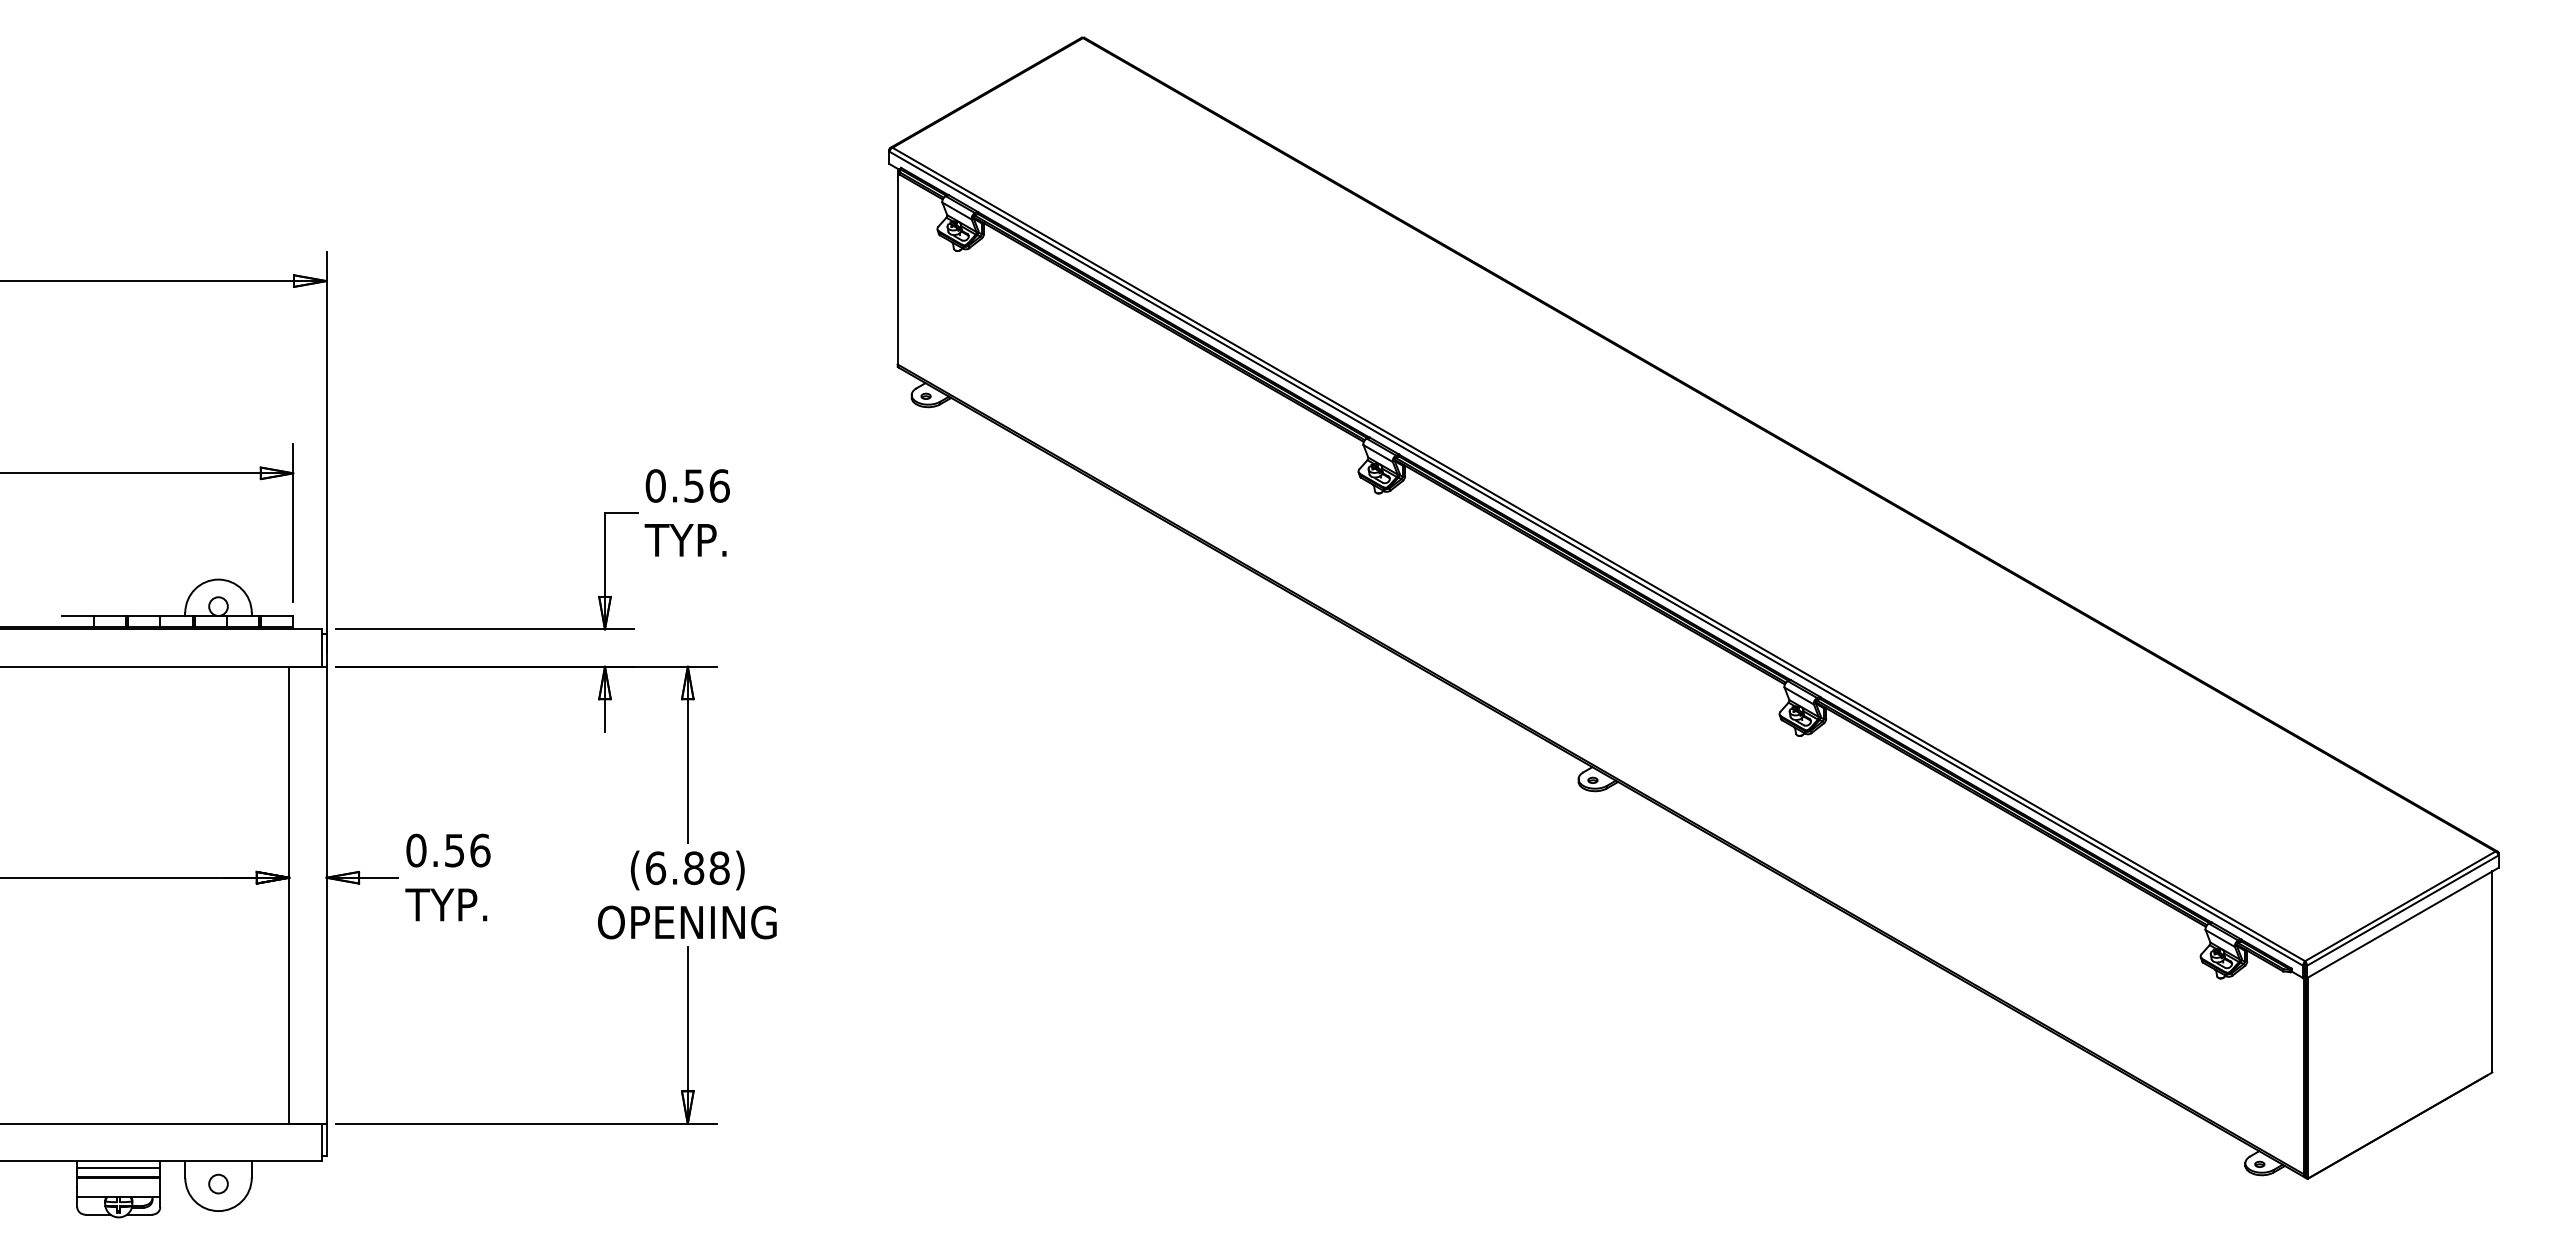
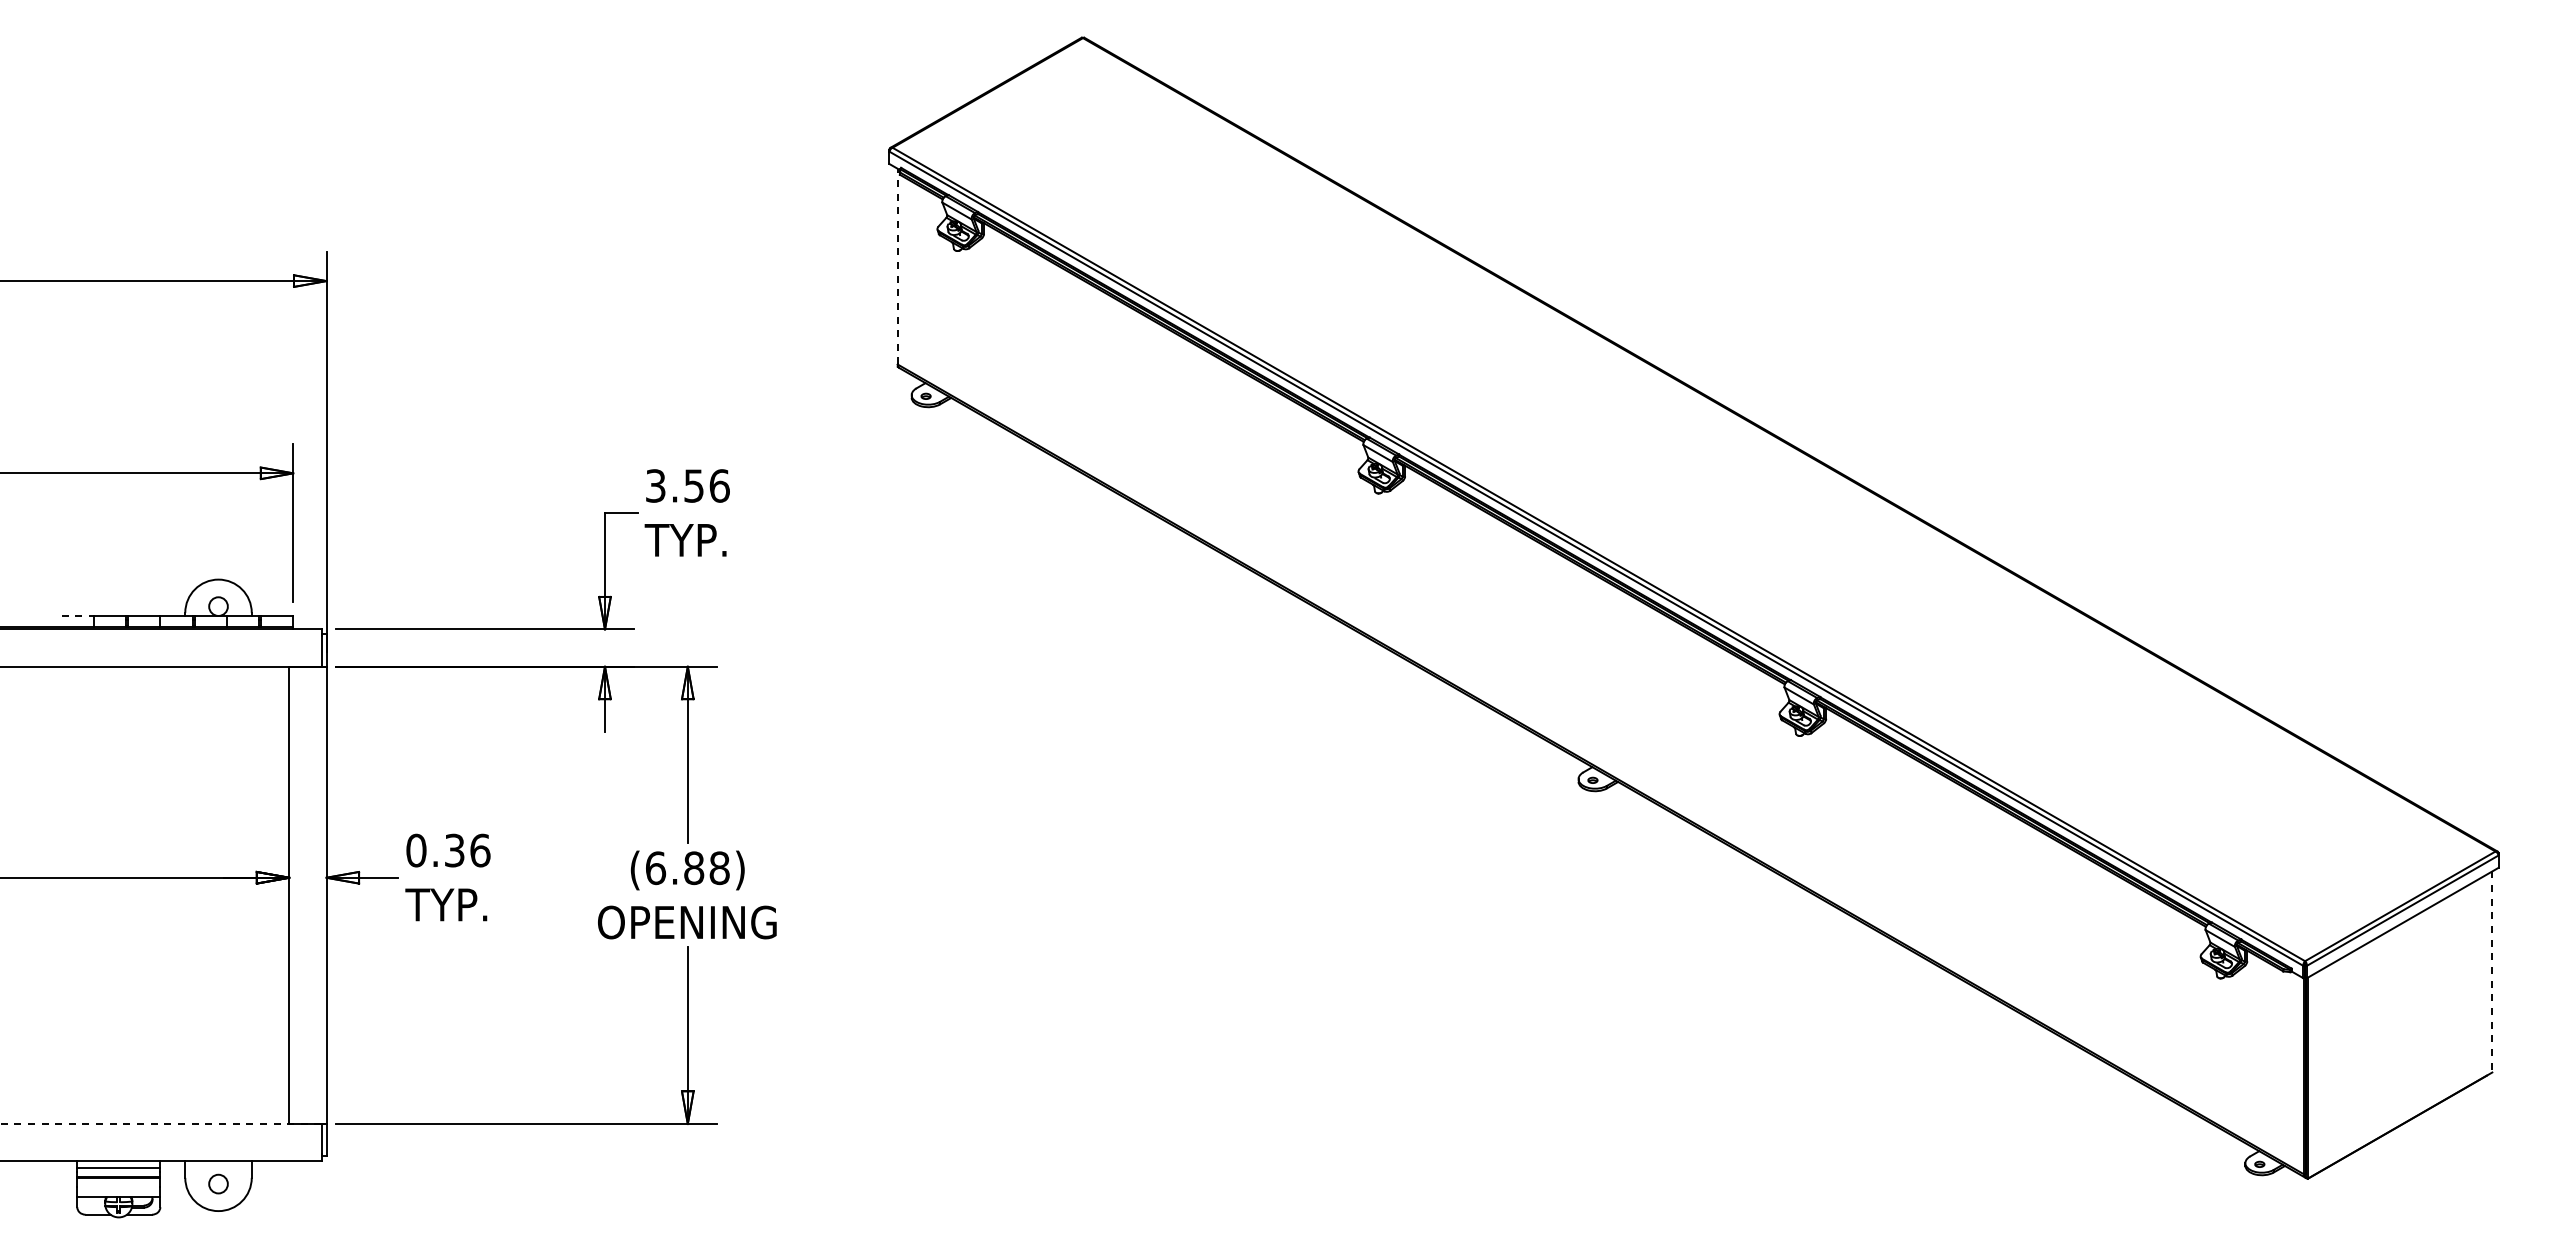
line at (897, 266): solid -> dashed
text at (655, 485): 0.56 -> 3.56
line at (78, 616): solid -> dashed
text at (454, 849): 0.56 -> 0.36
line at (2492, 971): solid -> dashed
line at (161, 1124): solid -> dashed
